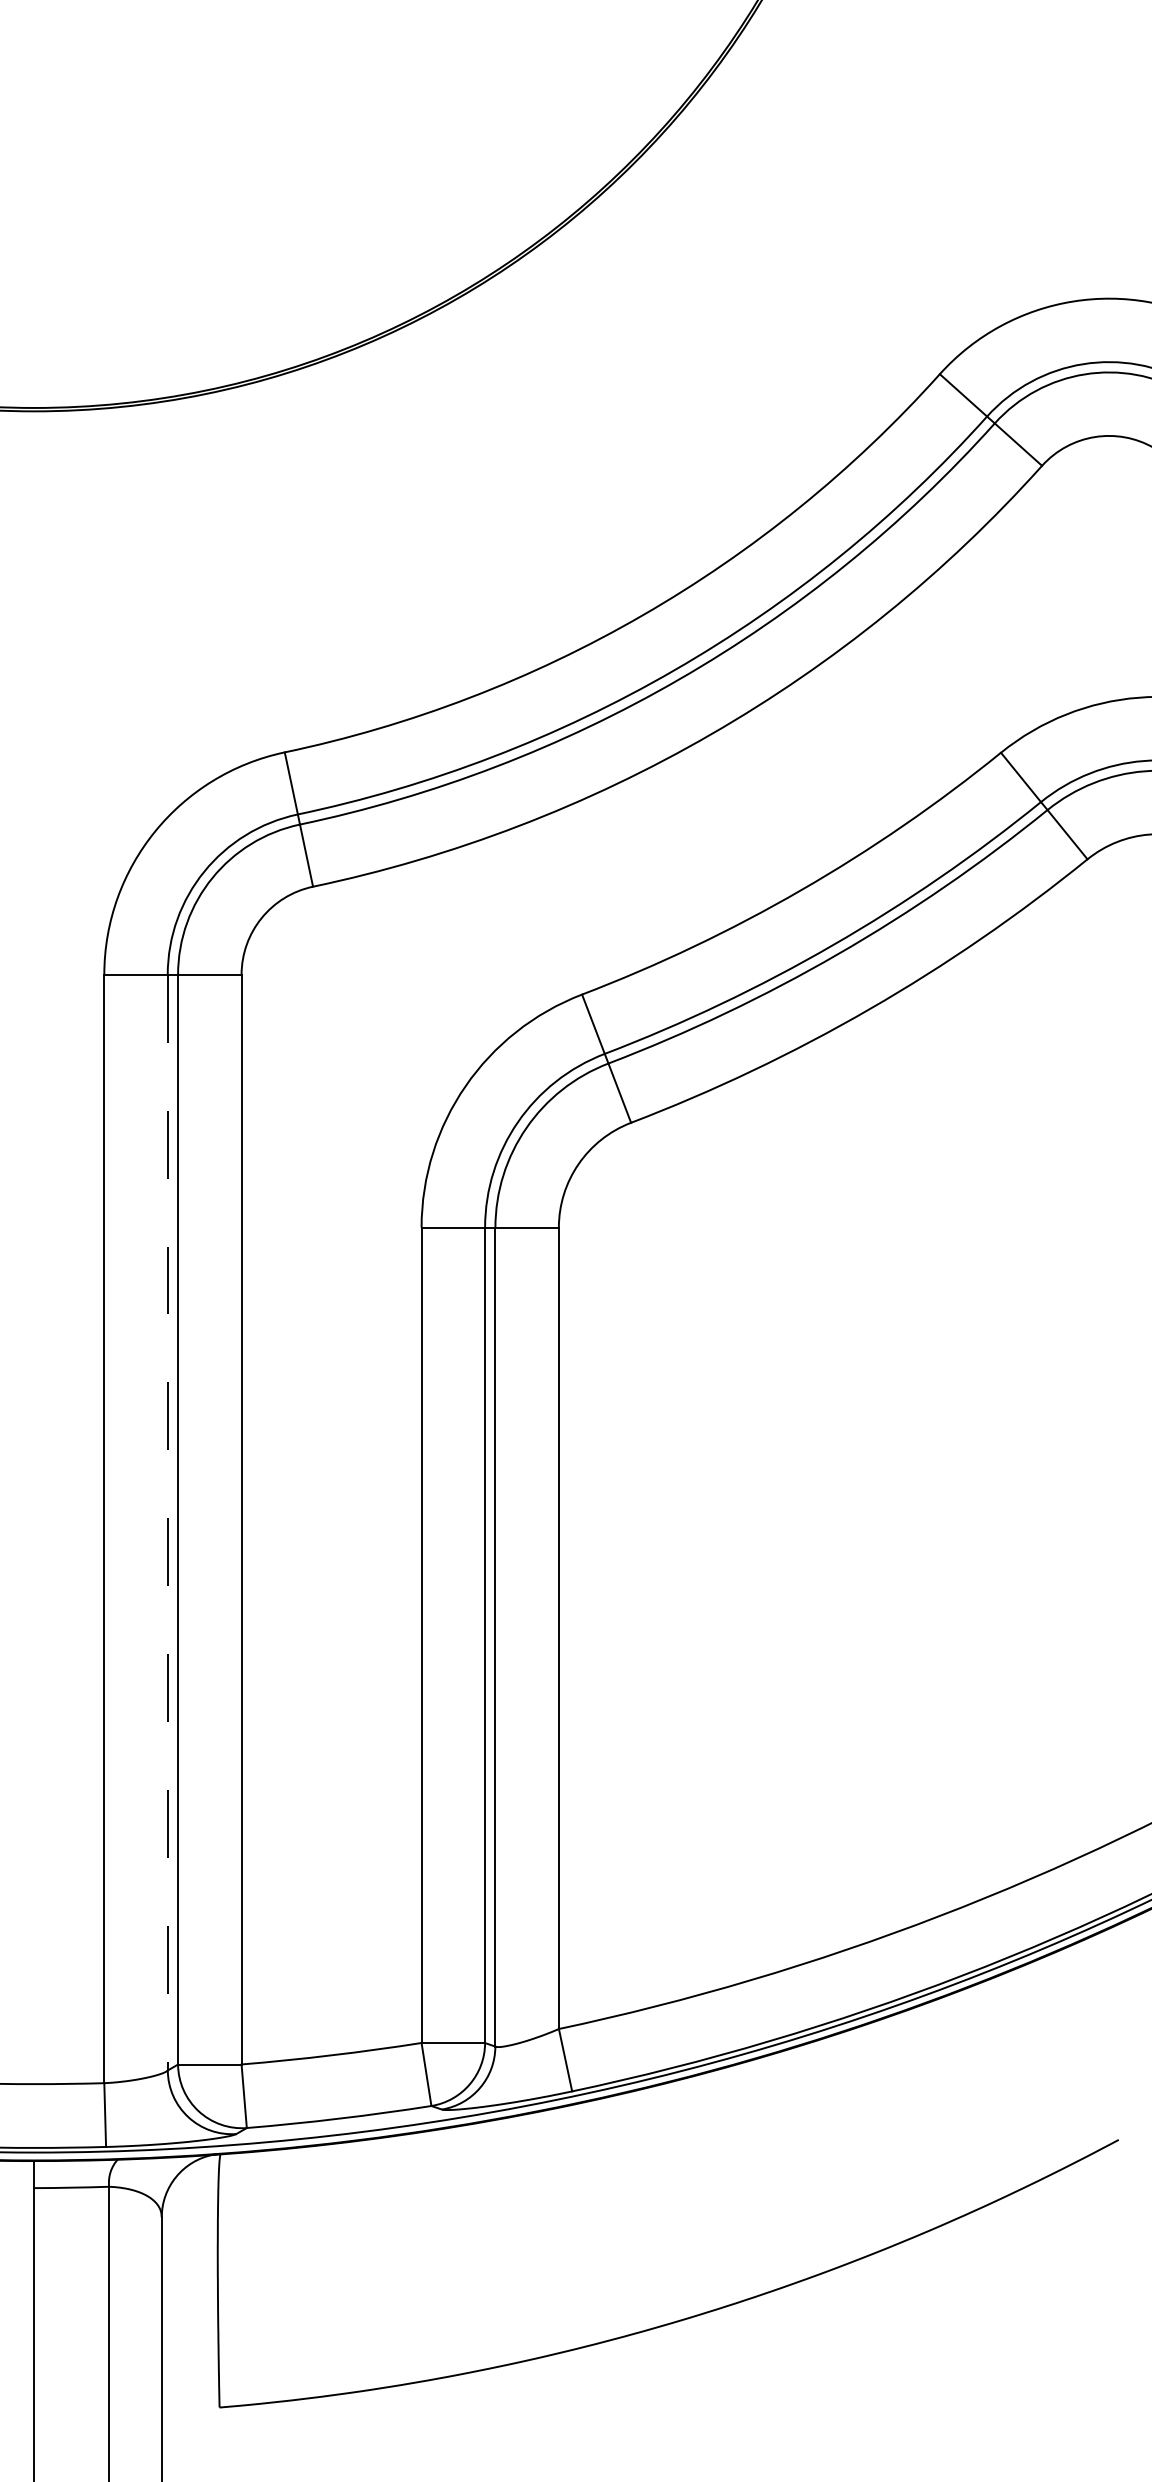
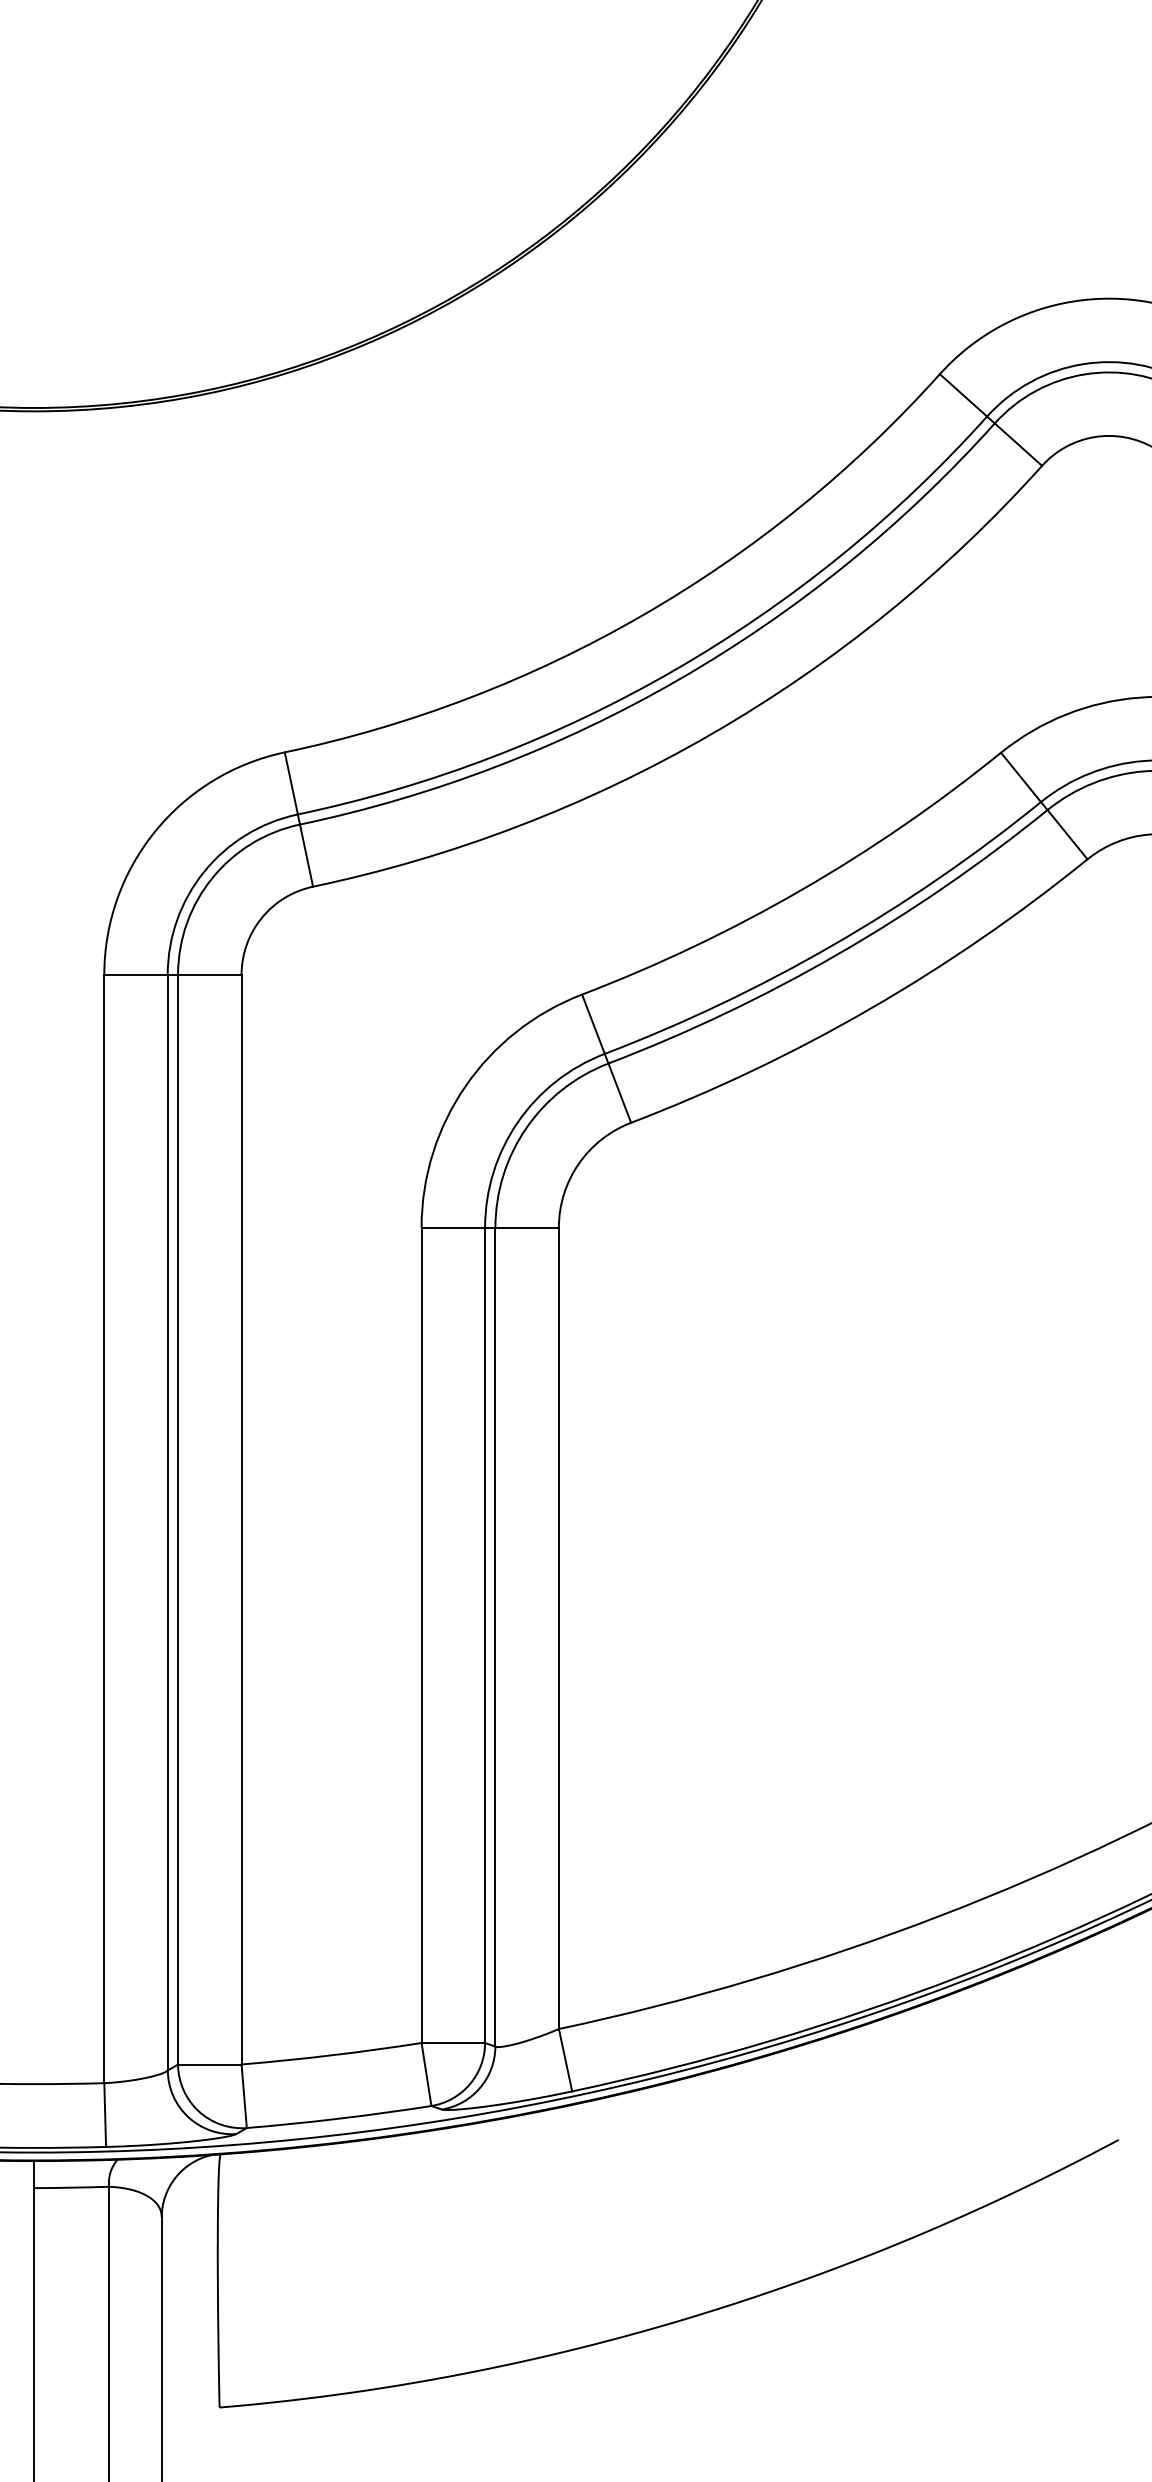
line at (167, 1522): dashed -> solid
